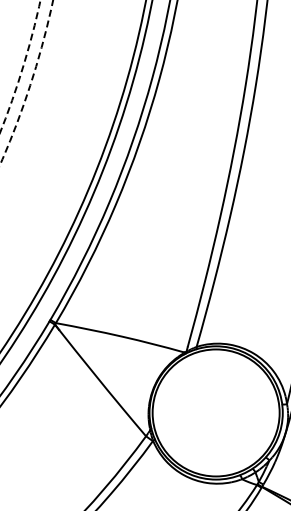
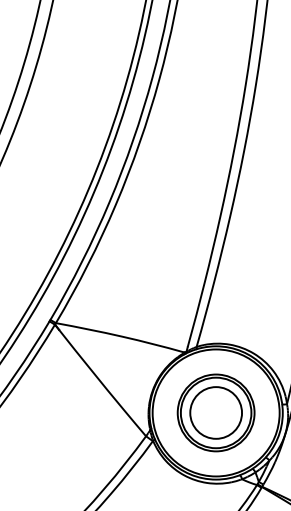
arc at (23, 67): dashed -> solid
arc at (30, 83): dashed -> solid
part at (215, 412): none -> present
